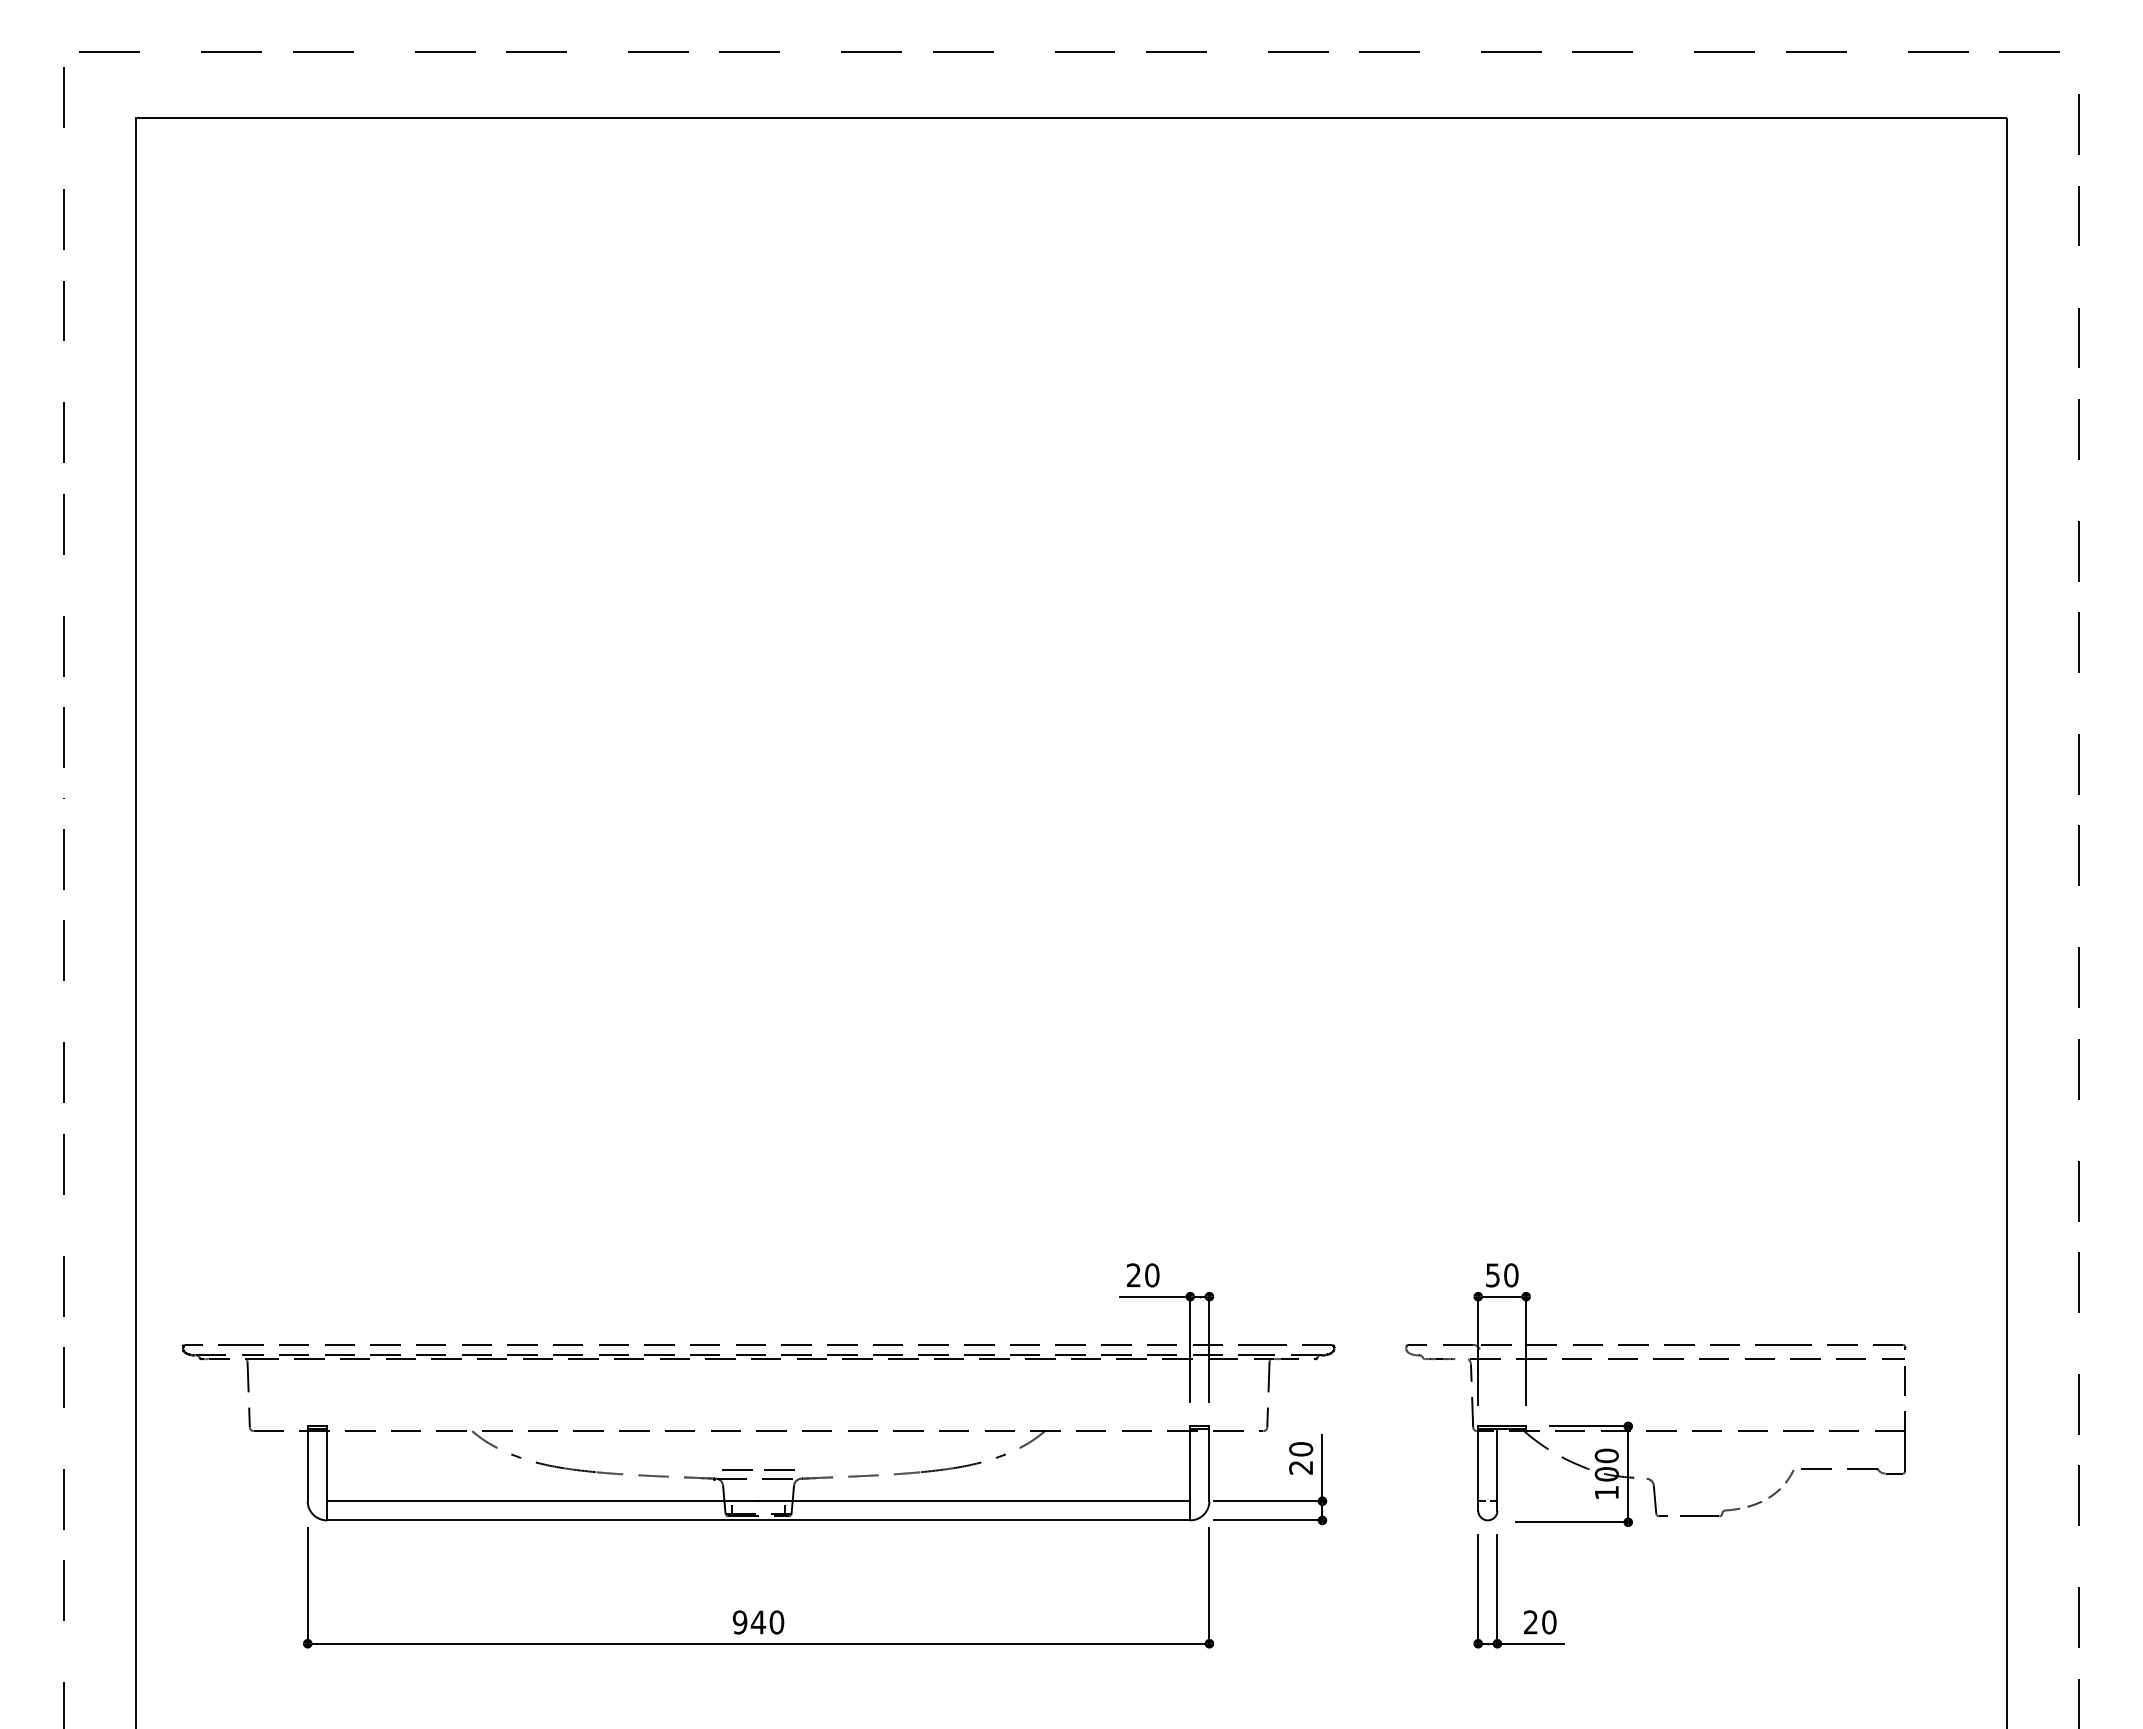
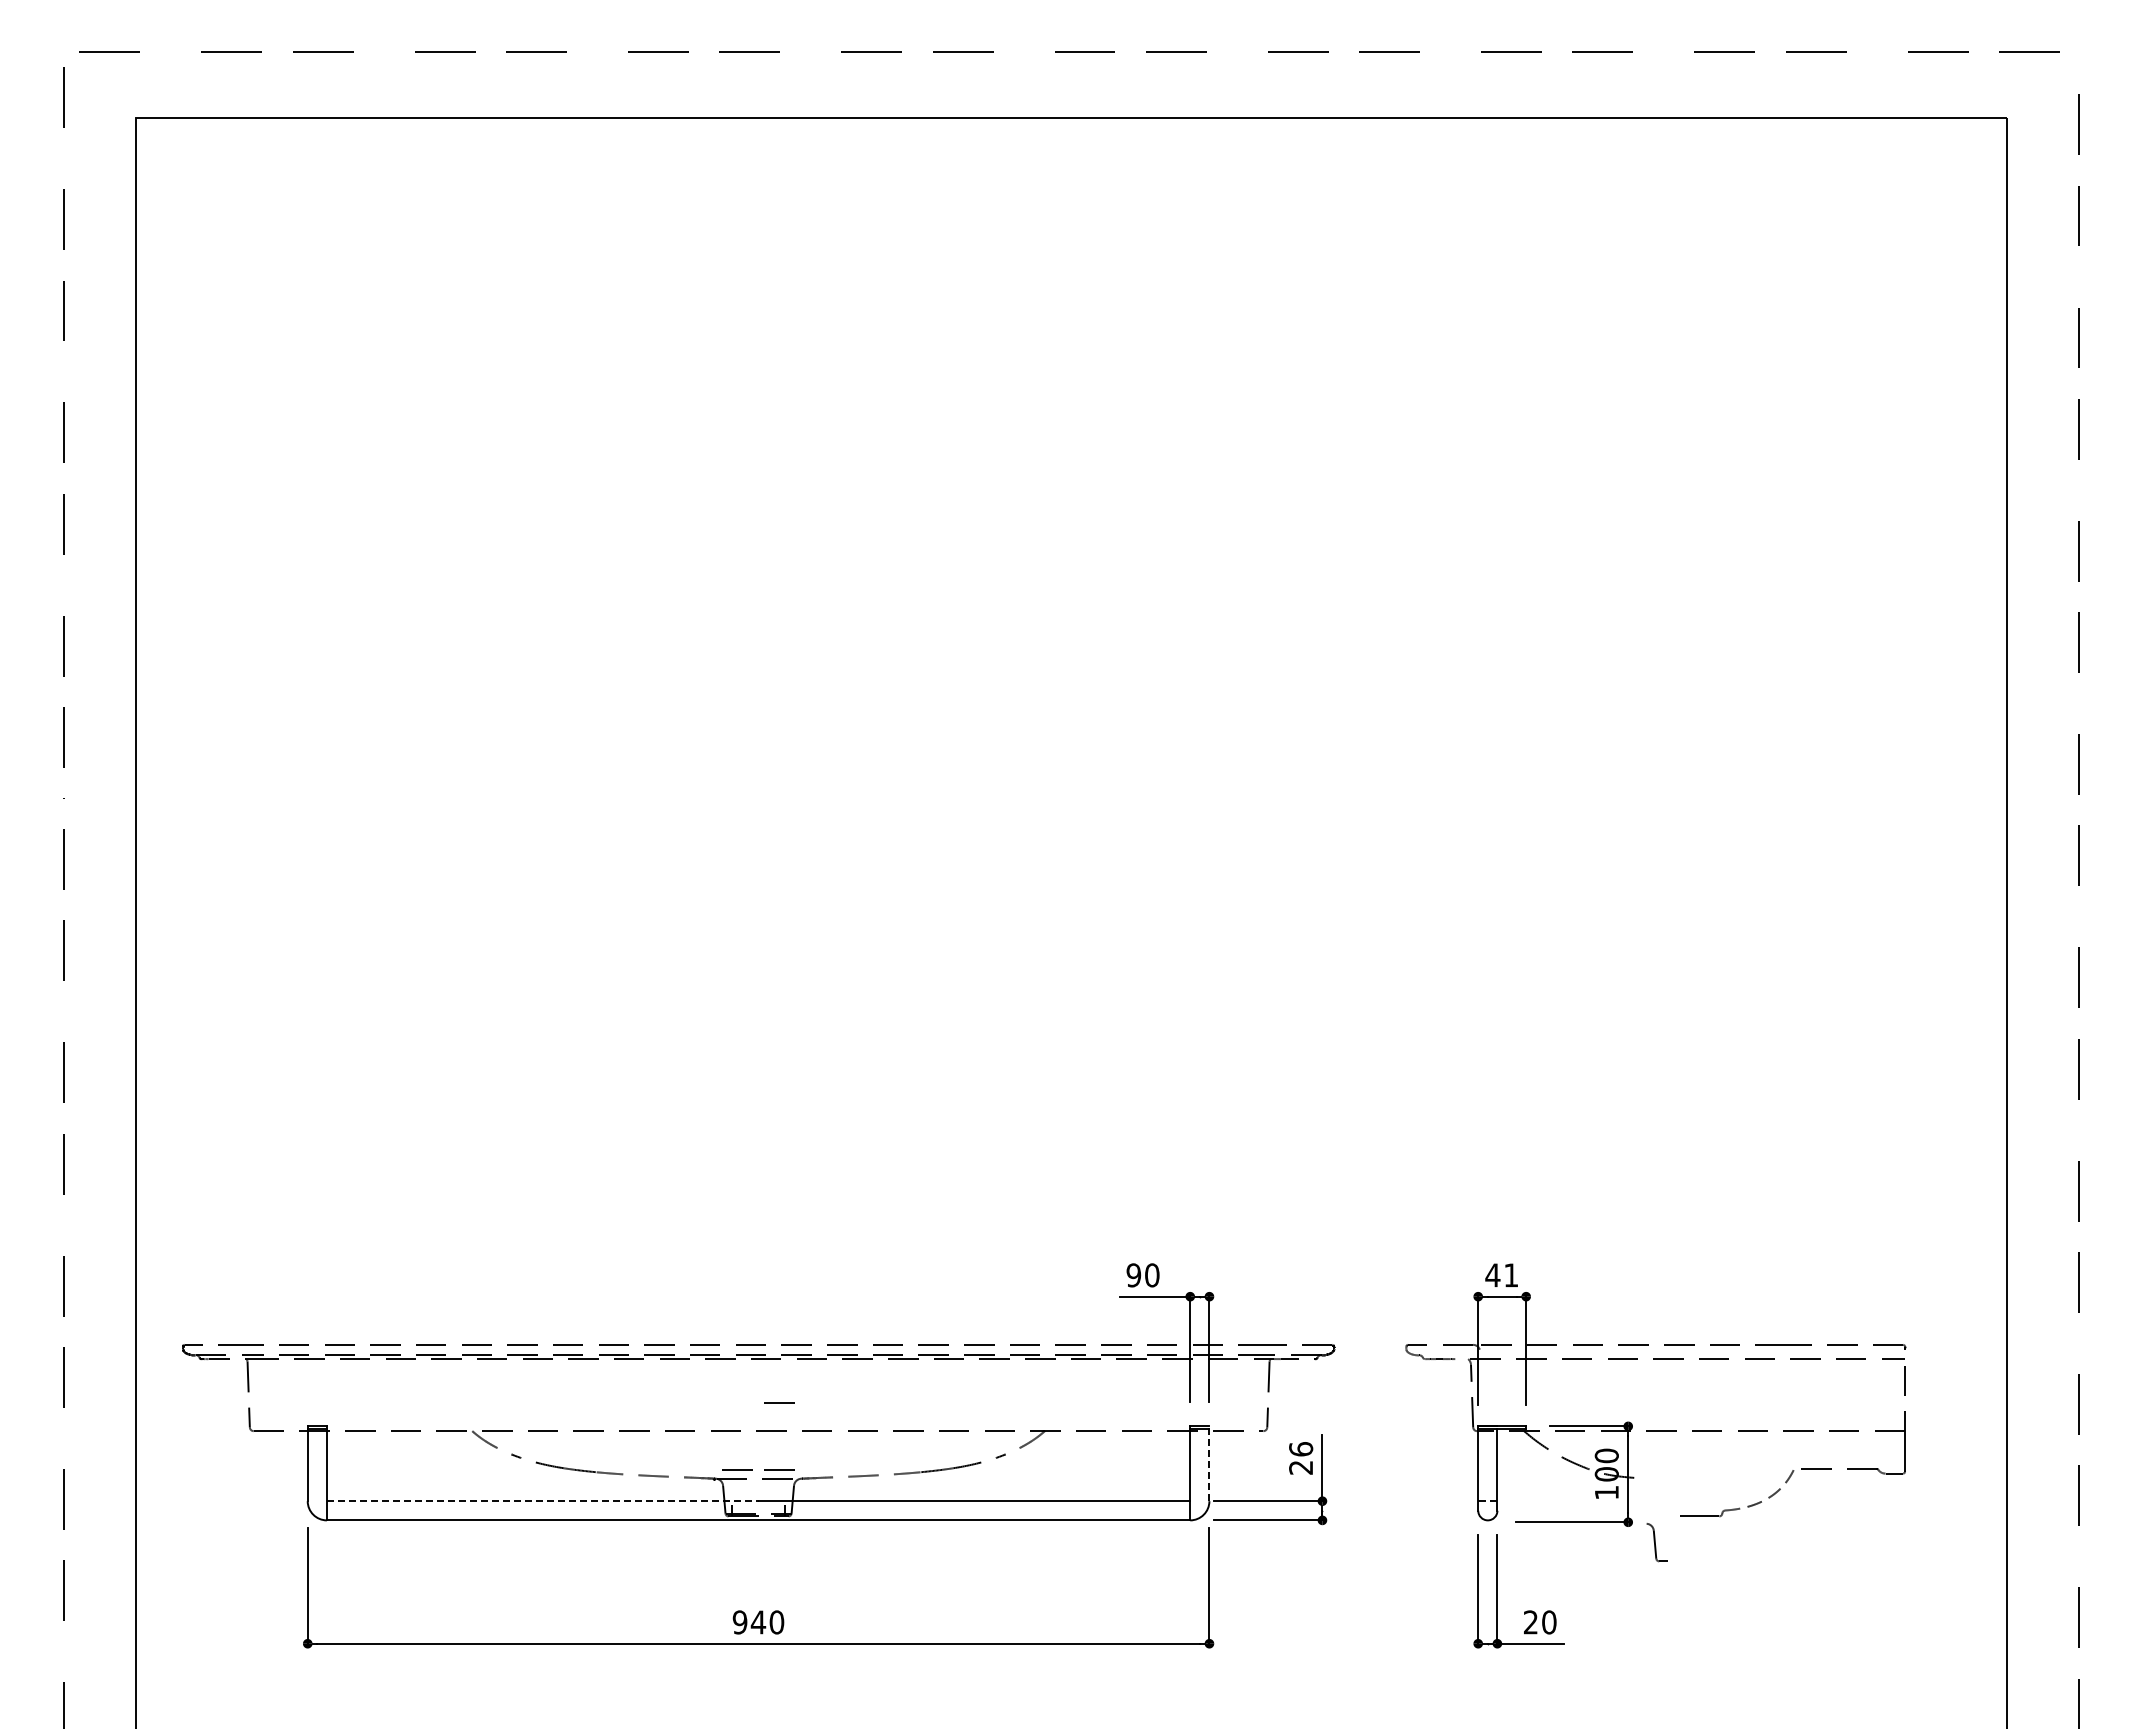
text at (1133, 1275): 20 -> 90
text at (1501, 1275): 50 -> 41
line at (779, 1402): none -> present
text at (1300, 1449): 20 -> 26
line at (1209, 1463): solid -> dashed
part at (1656, 1497) position: (1656, 1497) -> (1656, 1542)
line at (542, 1501): solid -> dashed
